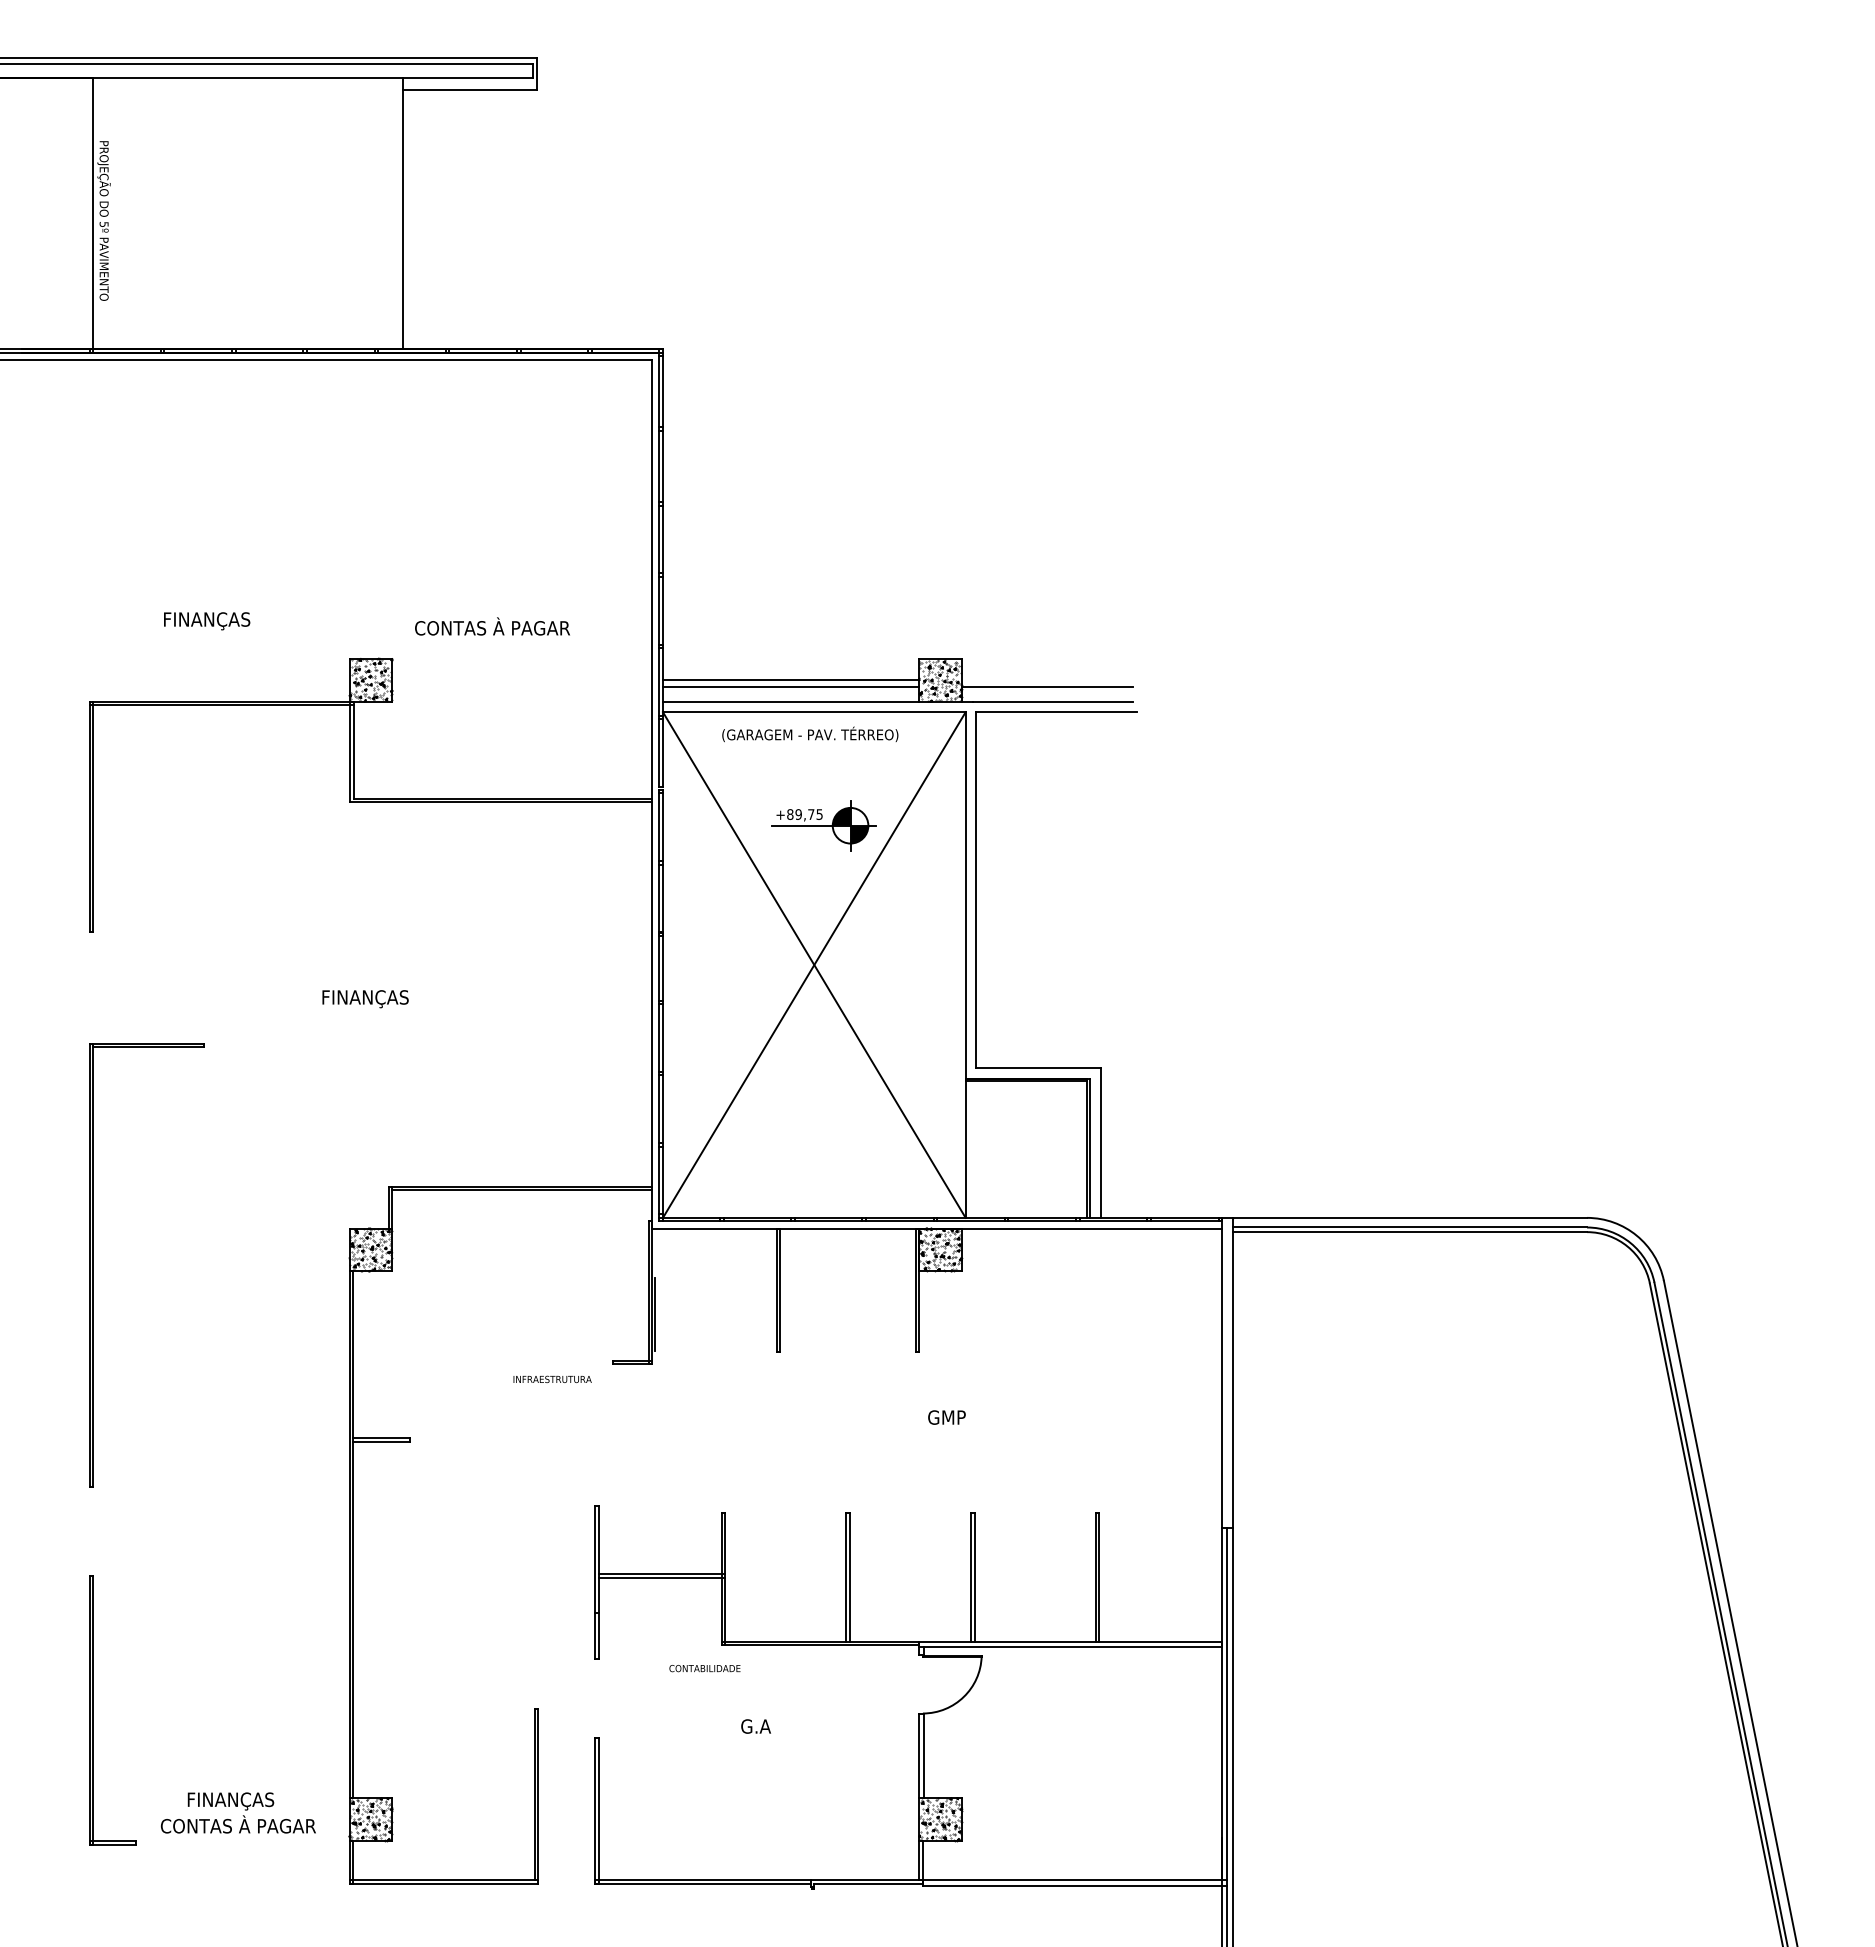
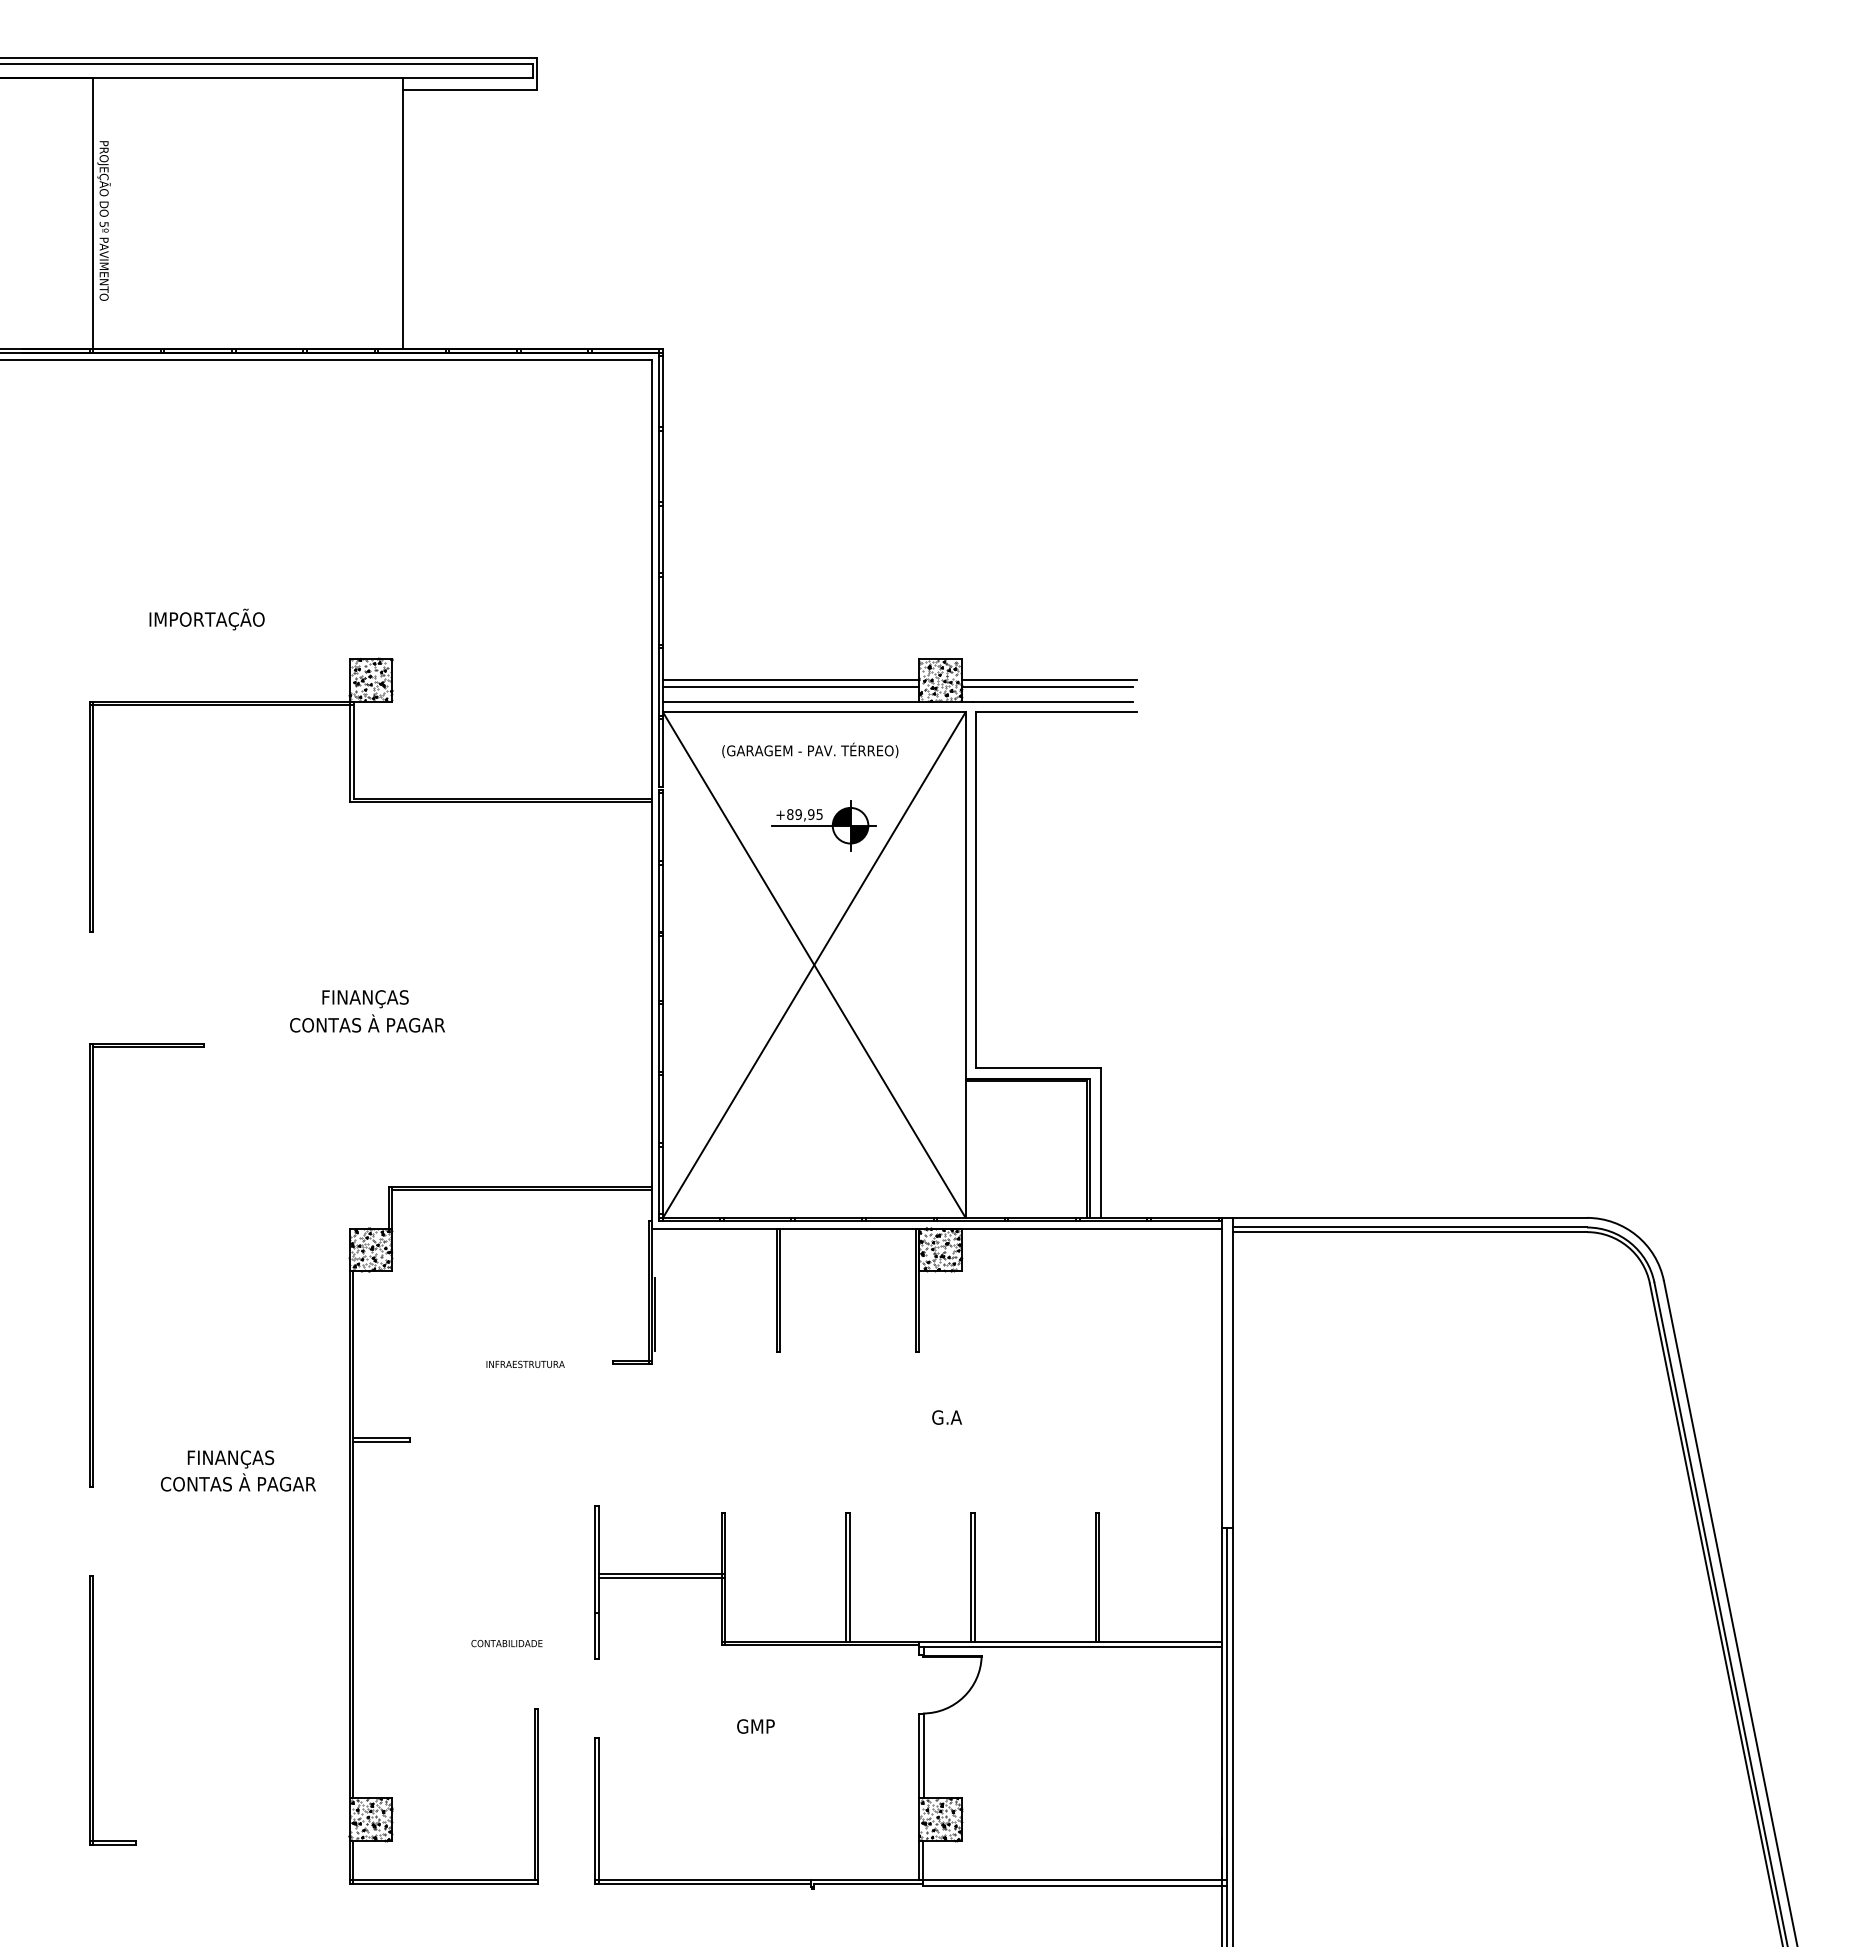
text at (206, 619): FINANÇAS -> IMPORTAÇÃO
text at (492, 626) position: (492, 626) -> (367, 1023)
line at (1049, 680): none -> present
text at (810, 734) position: (810, 734) -> (810, 750)
text at (811, 814): +89,75 -> +89,95
text at (552, 1378) position: (552, 1378) -> (525, 1363)
text at (946, 1417): GMP -> G.A
text at (704, 1668) position: (704, 1668) -> (506, 1643)
text at (755, 1726): G.A -> GMP
text at (237, 1812) position: (237, 1812) -> (237, 1470)
